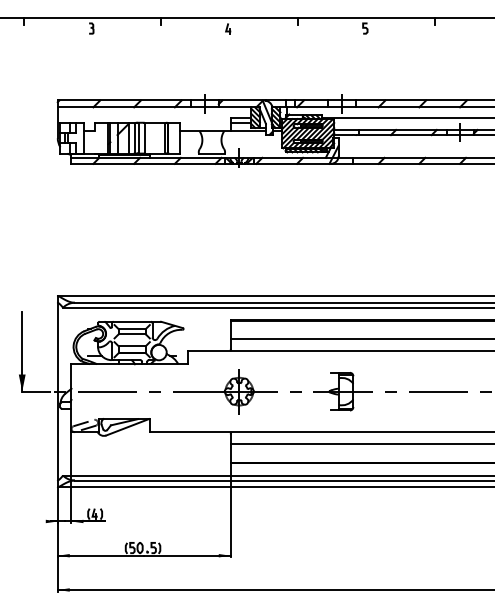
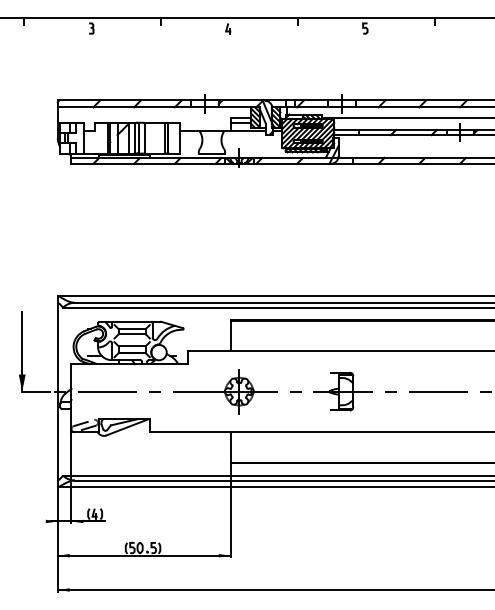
line at (360, 339): present -> none
line at (360, 444): present -> none
